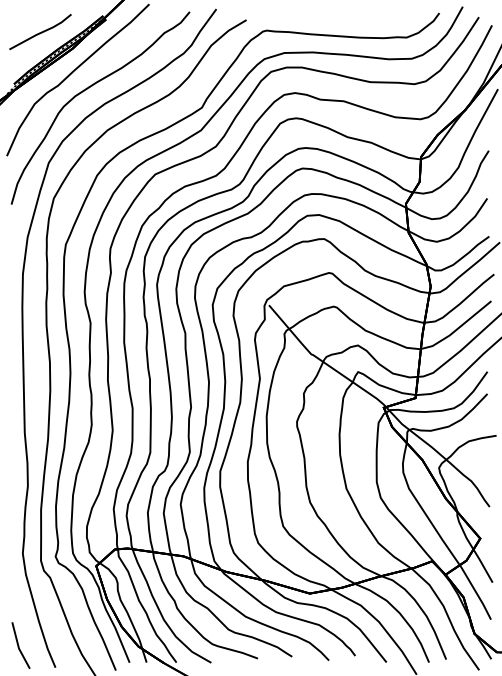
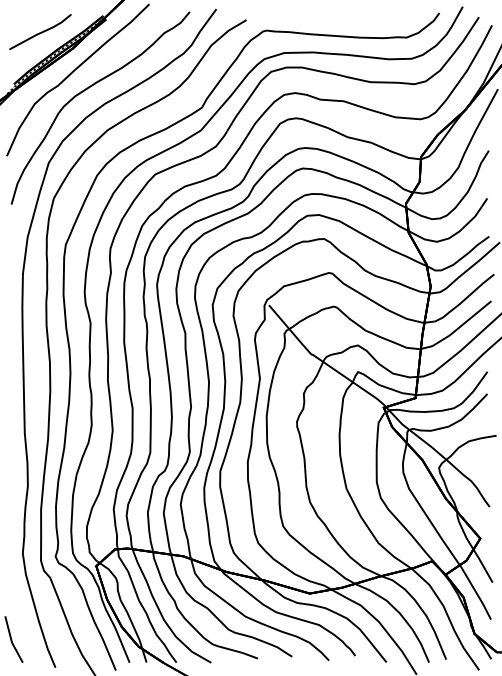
line at (19, 645) position: (19, 645) -> (12, 639)
